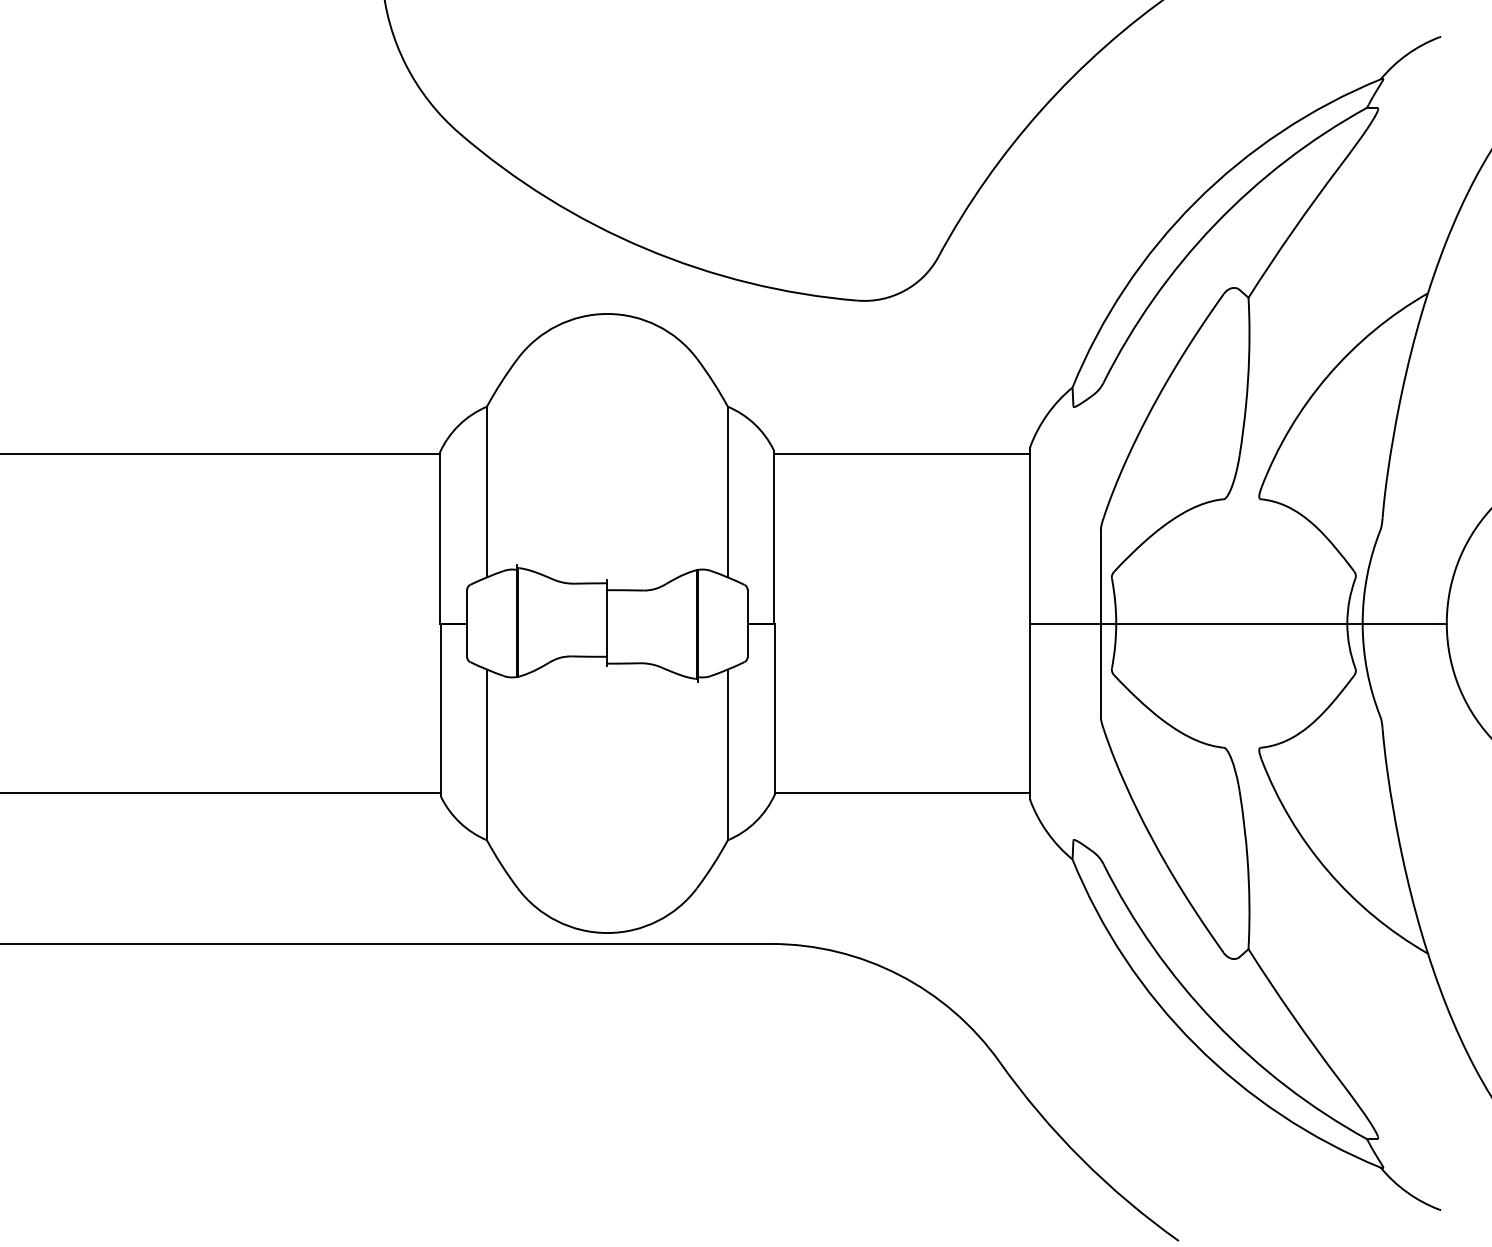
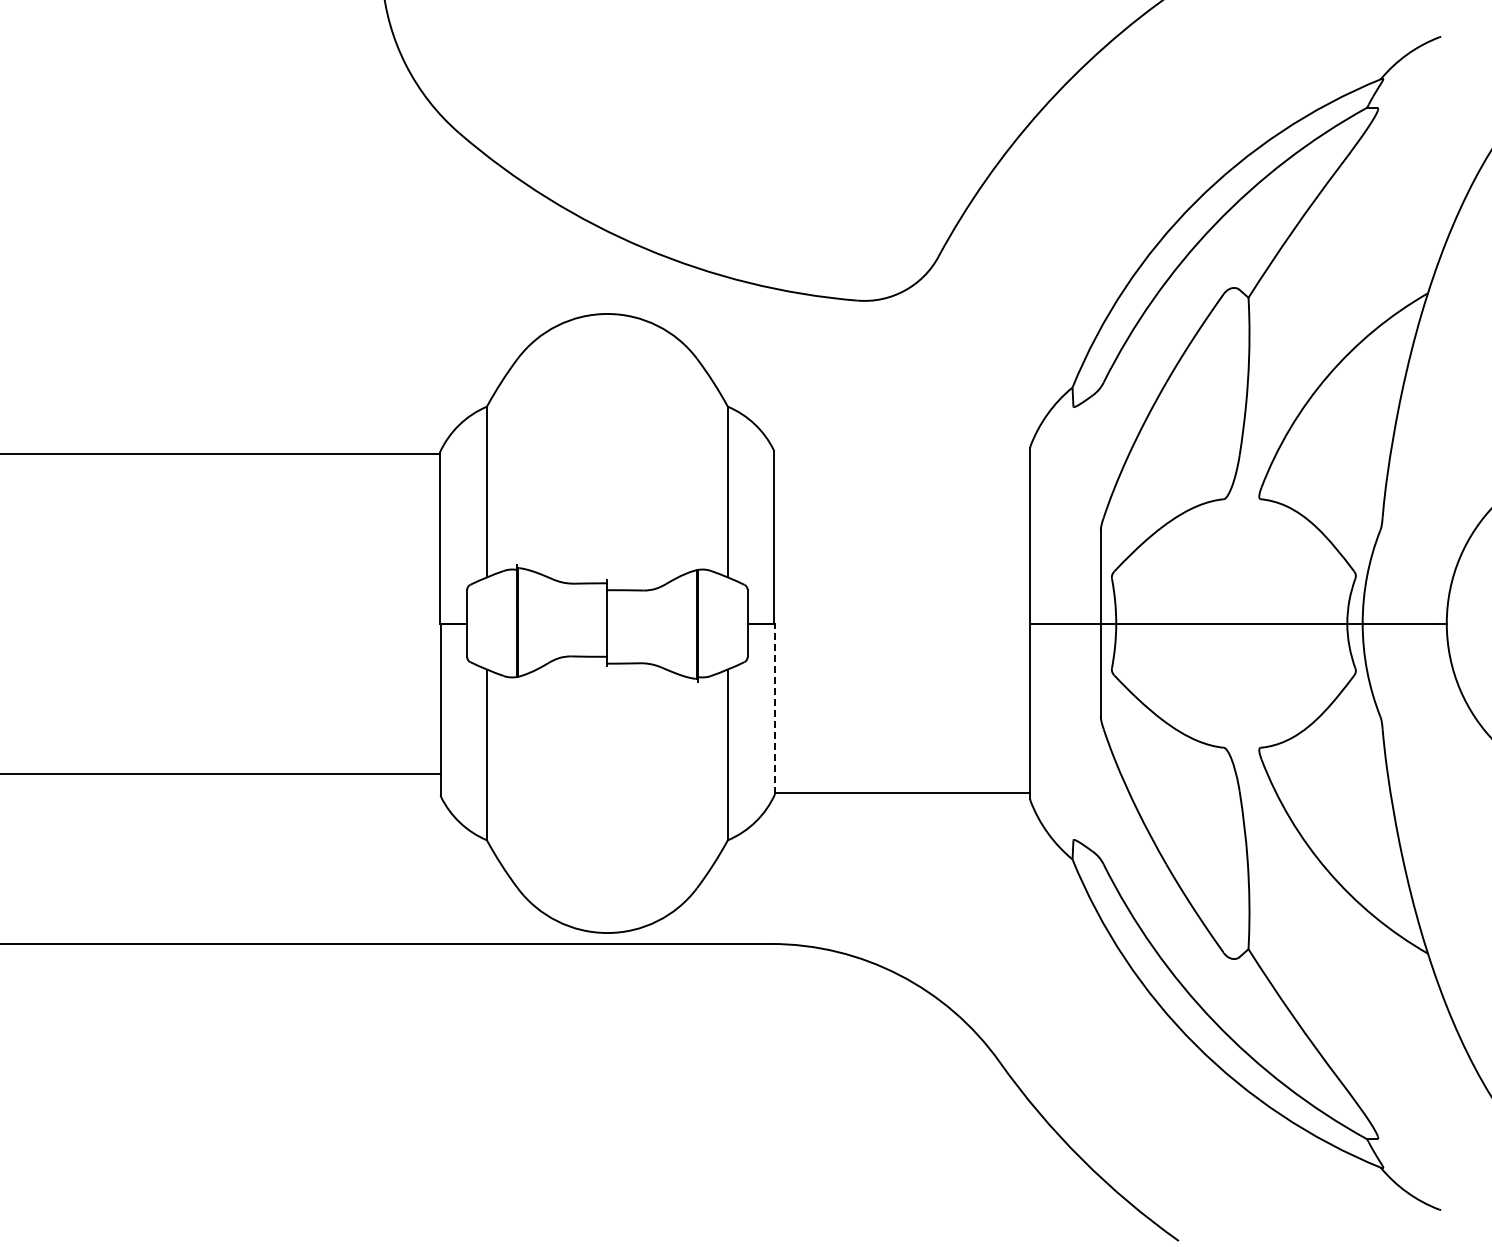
line at (902, 454): present -> none
line at (775, 708): solid -> dashed
line at (221, 792) position: (221, 792) -> (221, 773)
